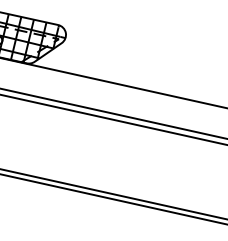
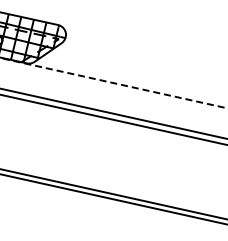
line at (113, 83): solid -> dashed
